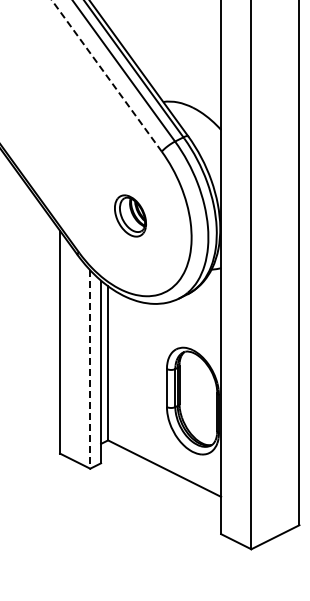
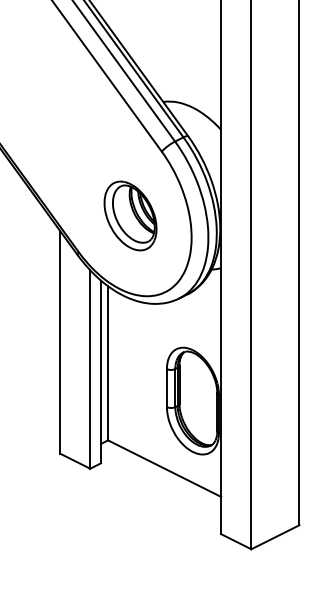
line at (106, 75): dashed -> solid
part at (130, 215) size: 33x44 px -> 55x72 px
line at (90, 369): dashed -> solid
